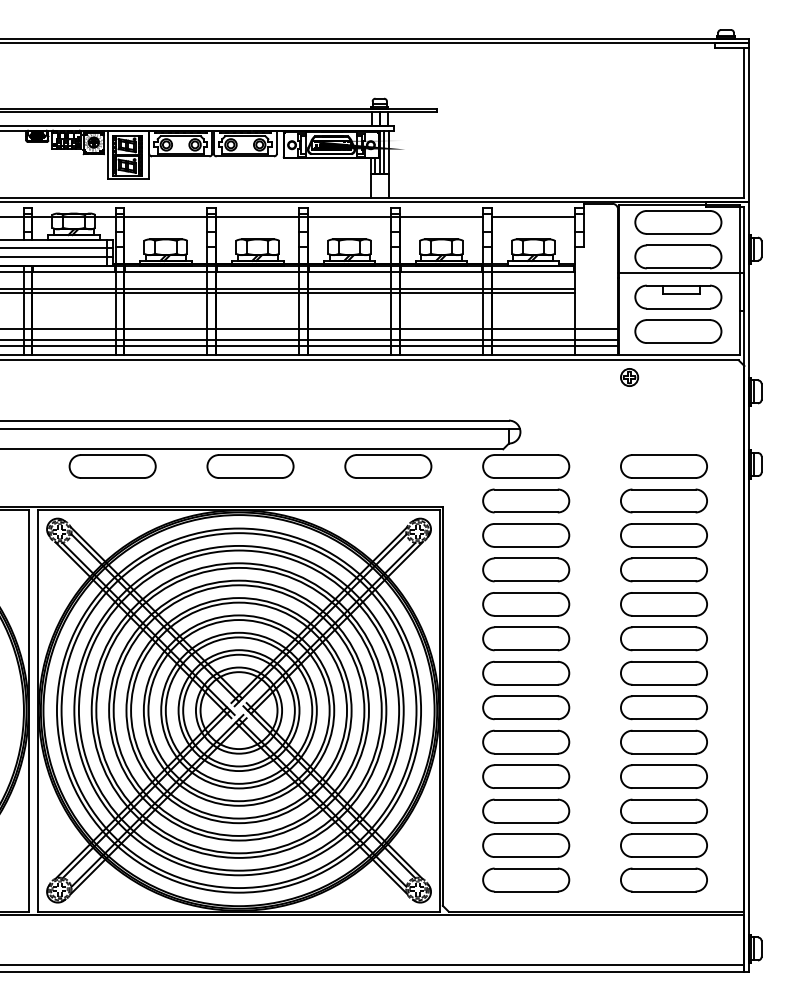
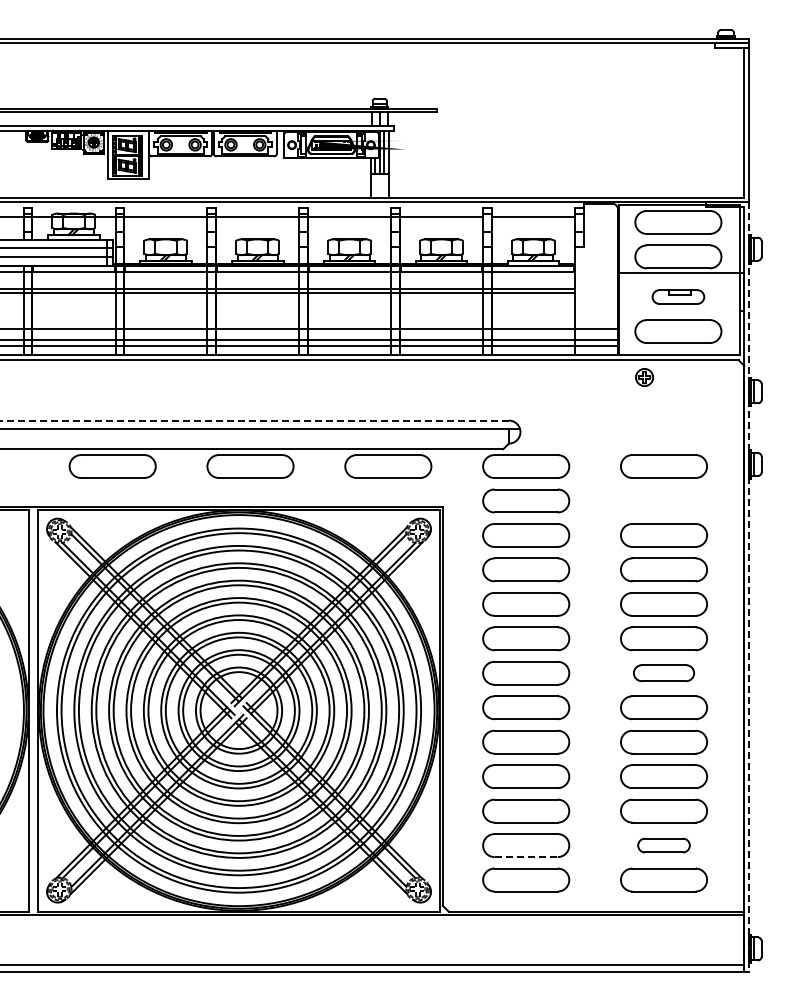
part at (678, 296) size: 89x26 px -> 55x16 px
part at (629, 377) position: (629, 377) -> (644, 377)
line at (254, 420): solid -> dashed
part at (663, 500): present -> none
line at (749, 587): solid -> dashed
part at (663, 672) size: 88x26 px -> 63x19 px
part at (663, 845) size: 88x25 px -> 54x17 px
line at (526, 857): solid -> dashed
